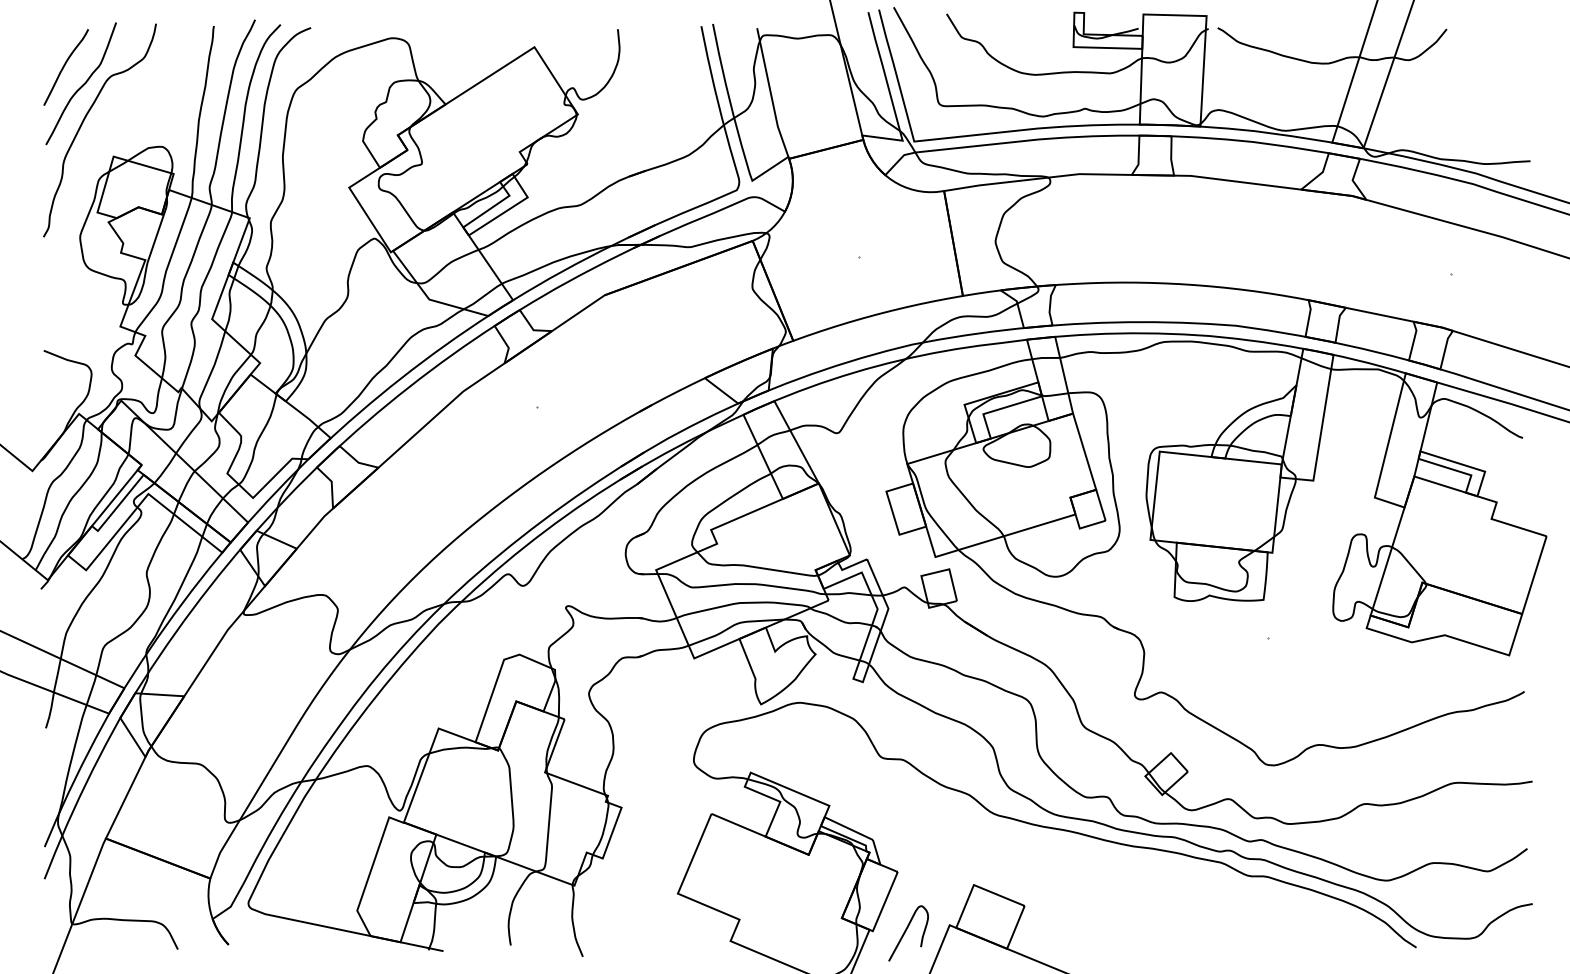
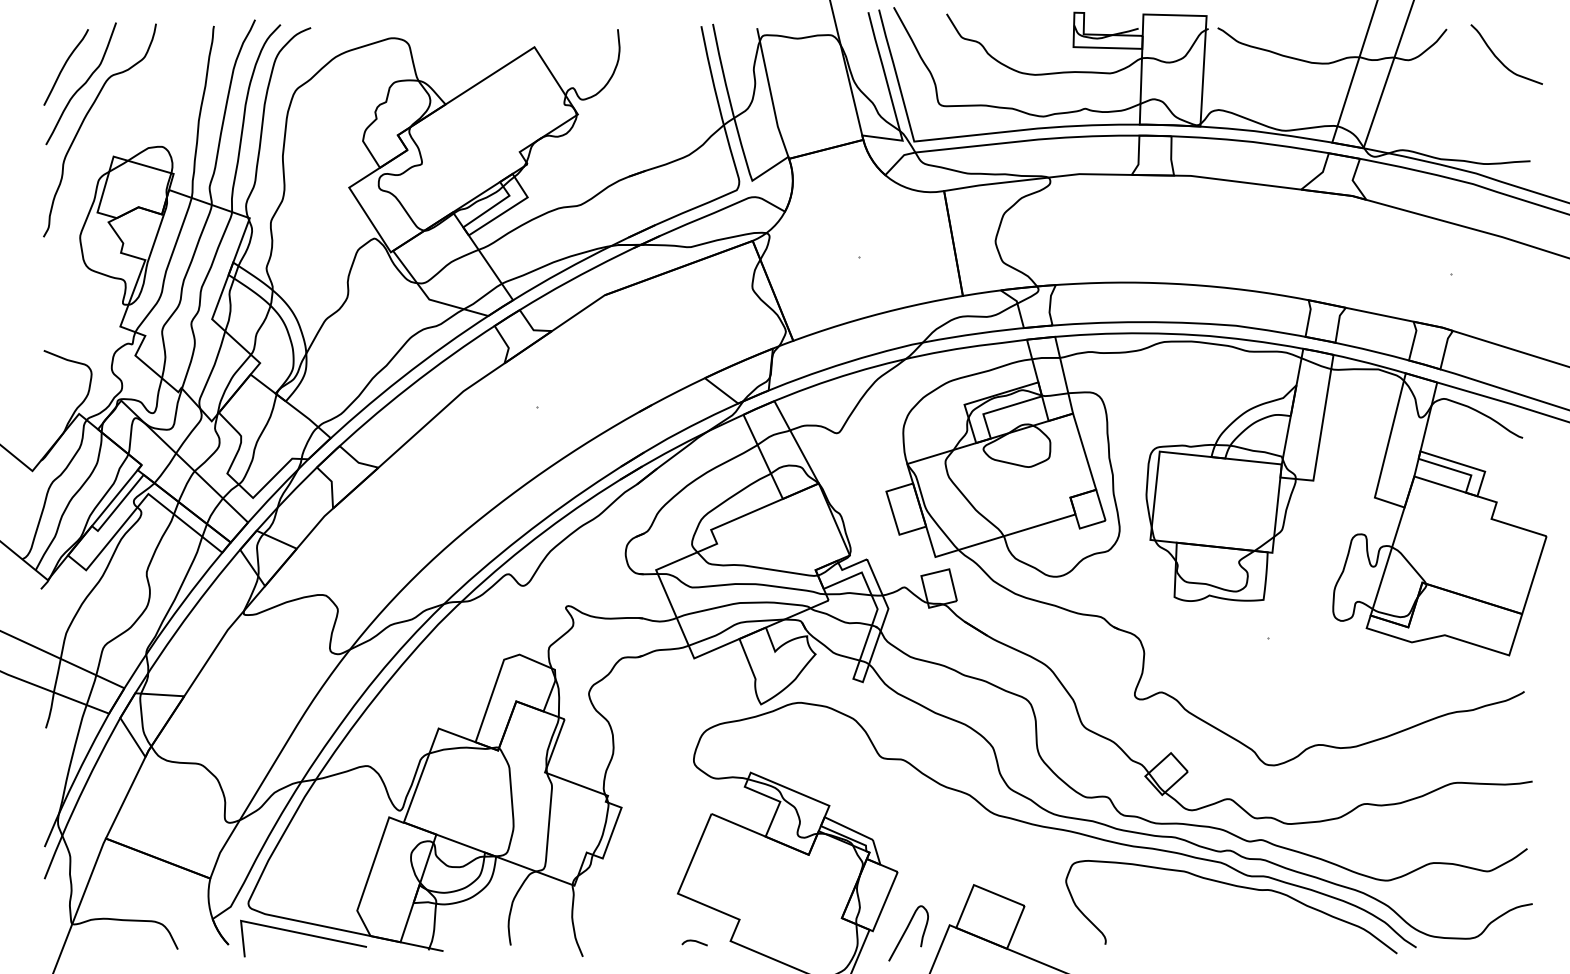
curve at (1500, 60): none -> present
curve at (1237, 887): none -> present
line at (305, 935): none -> present
curve at (694, 941): none -> present
